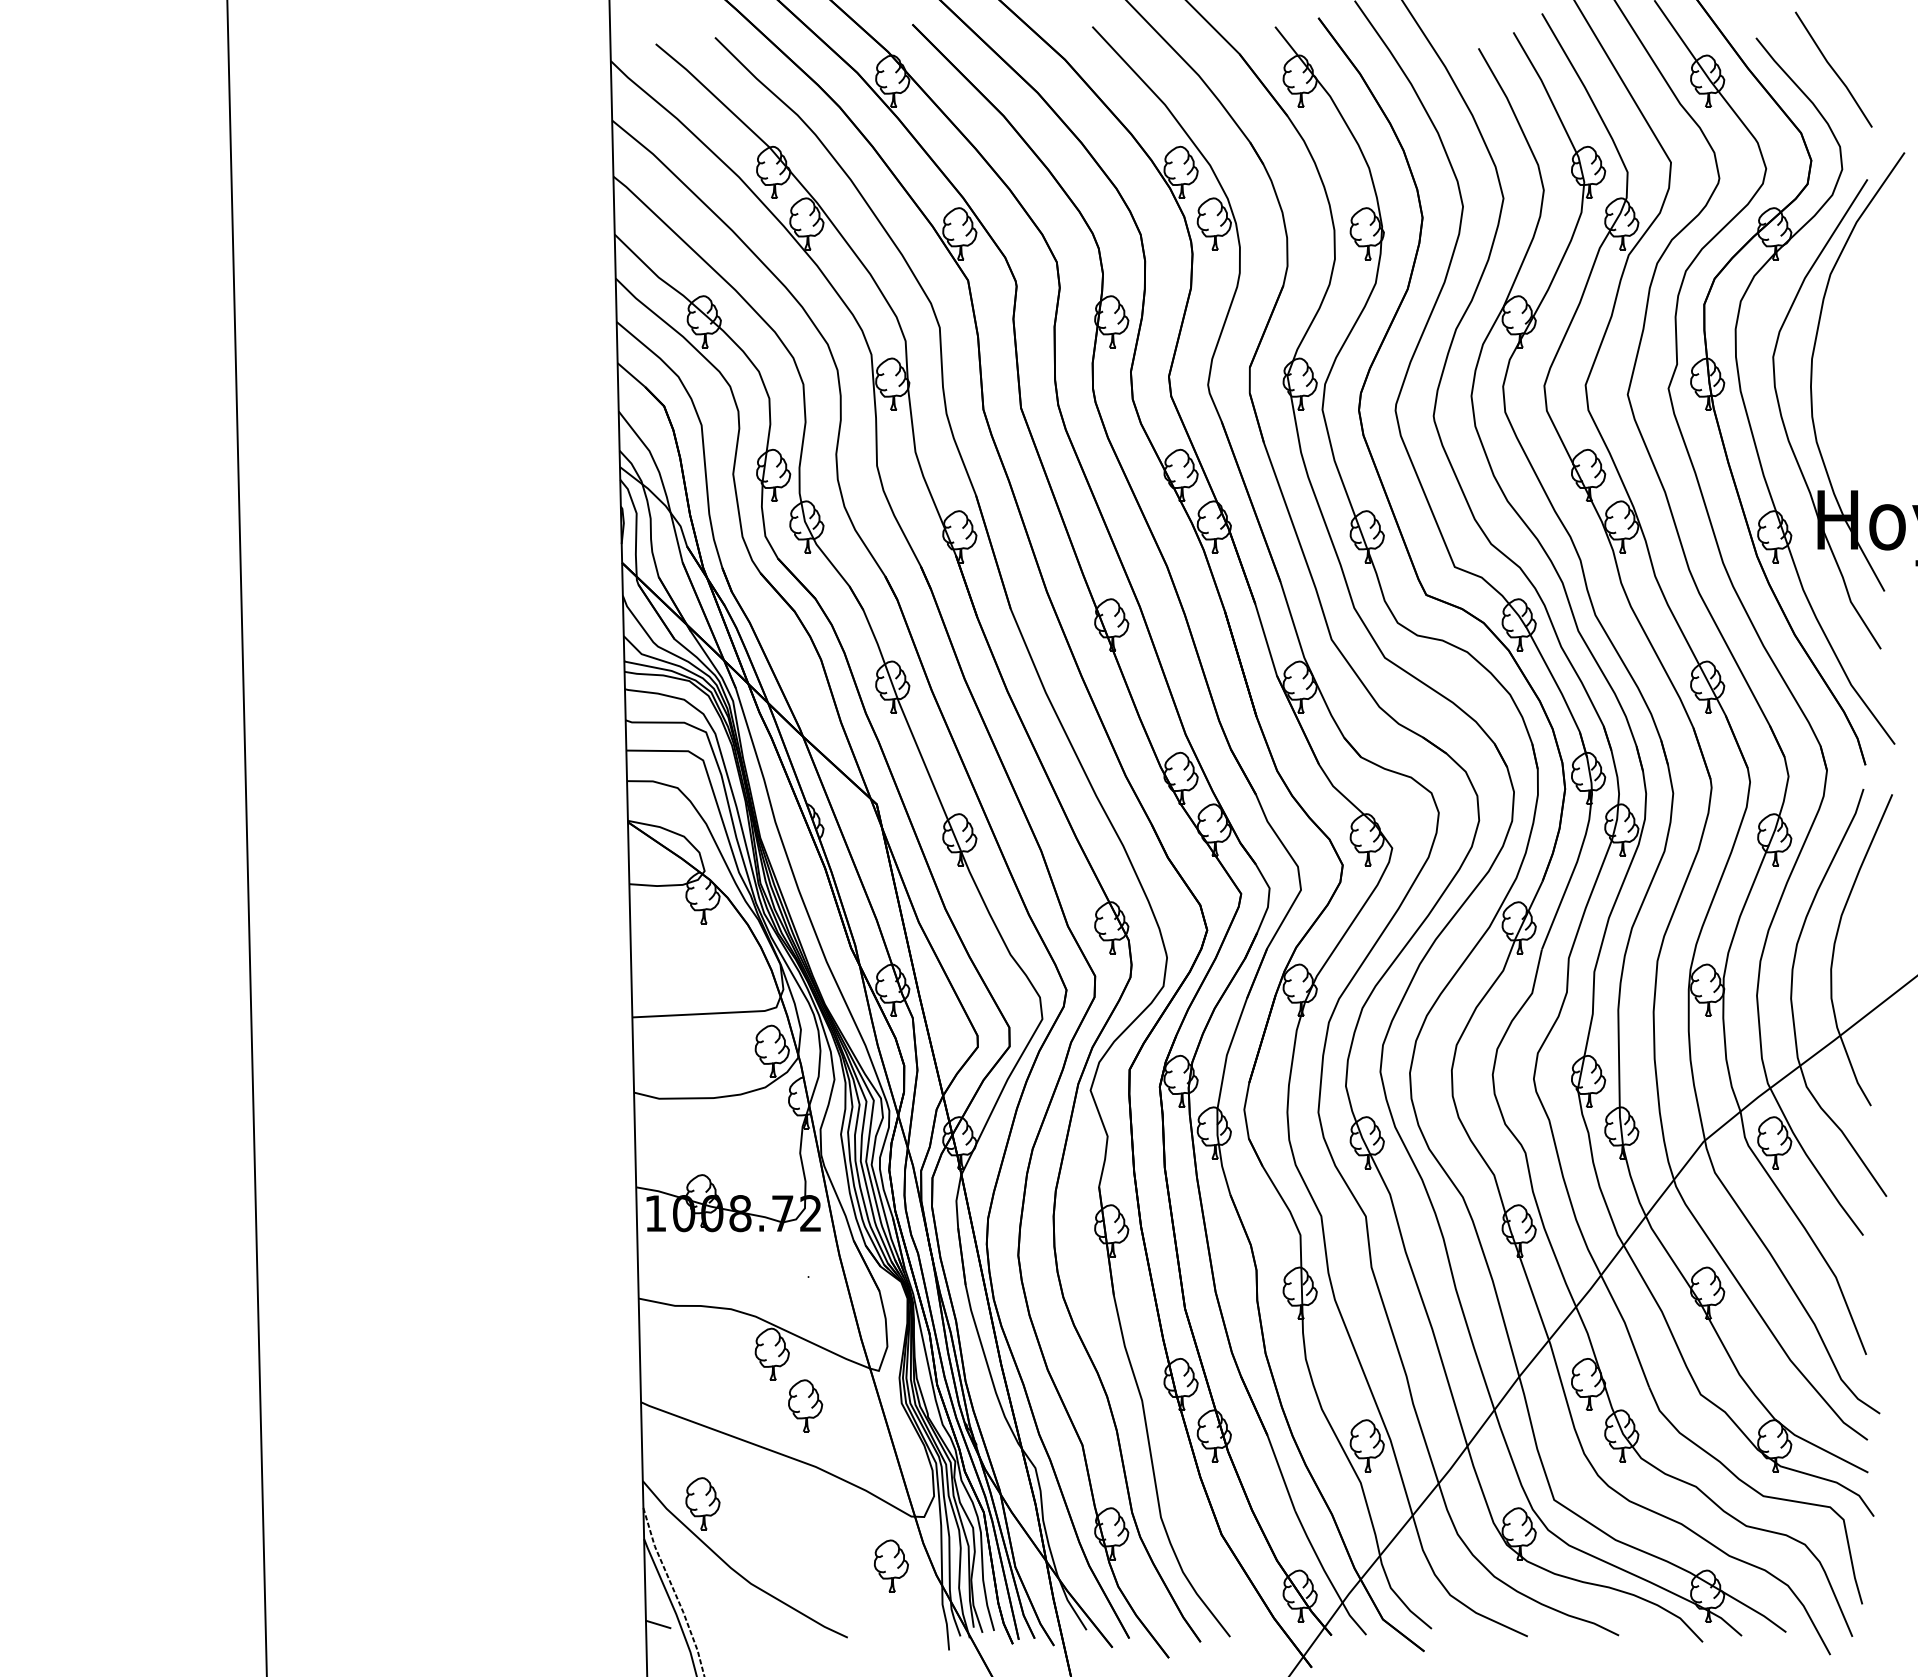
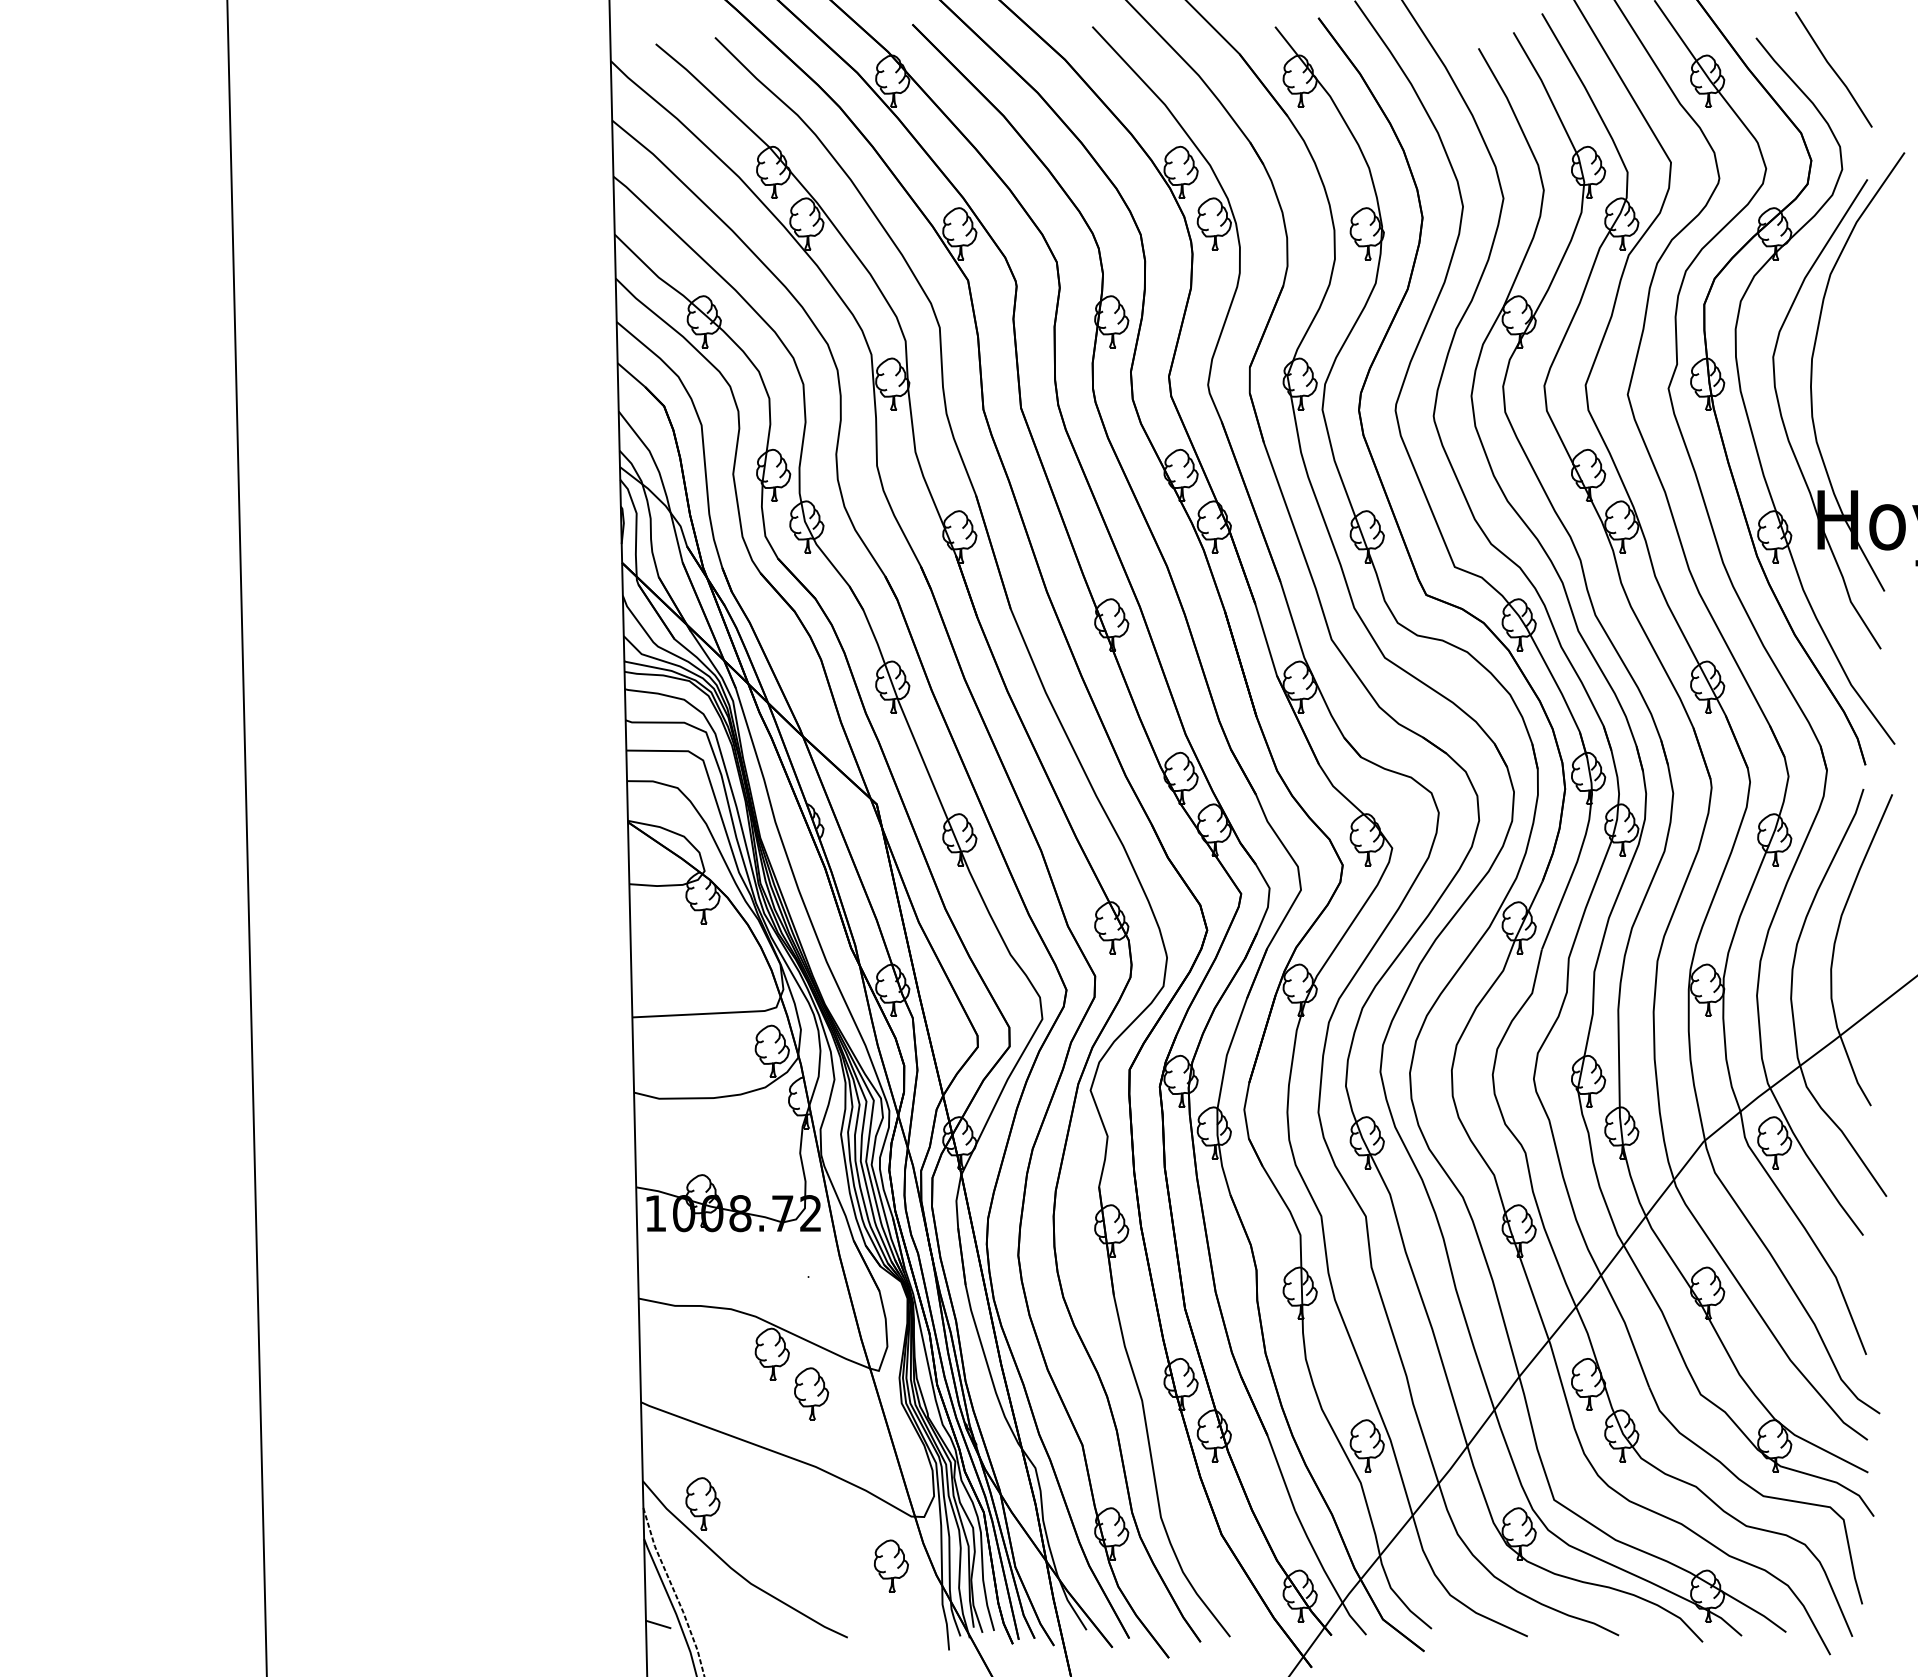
part at (805, 1405) position: (805, 1405) -> (811, 1393)
